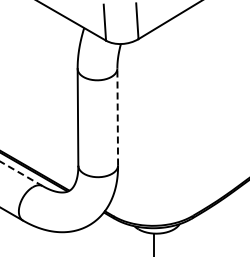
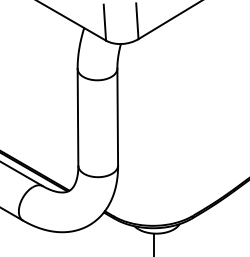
line at (117, 116): dashed -> solid
line at (21, 173): dashed -> solid
